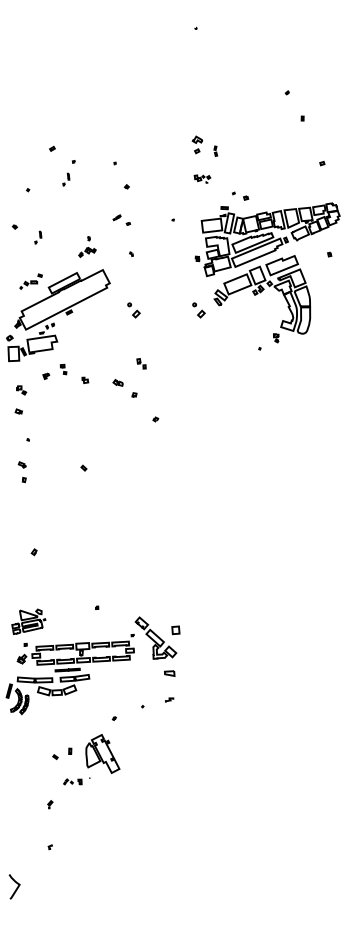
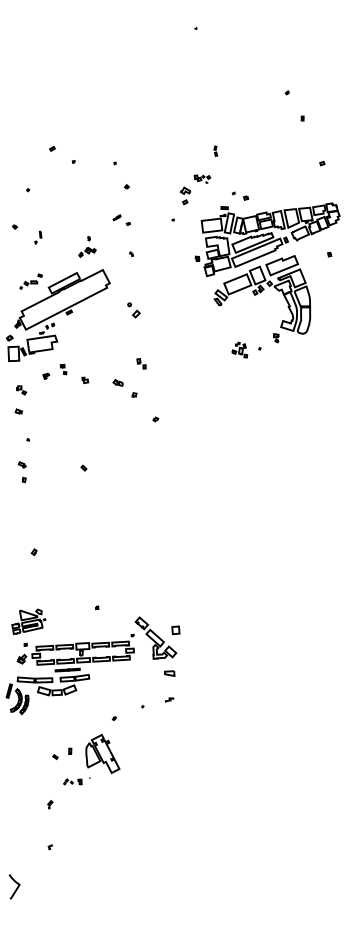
part at (196, 144) position: (196, 144) -> (184, 195)
part at (66, 179): present -> none
part at (198, 310): present -> none
part at (239, 349): none -> present
